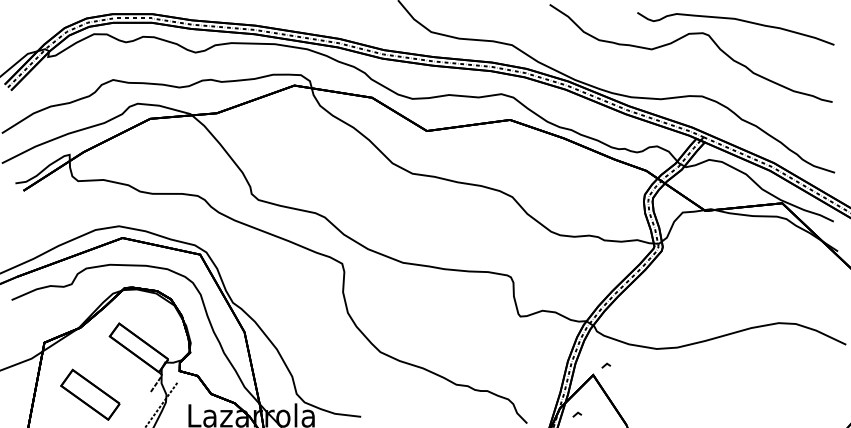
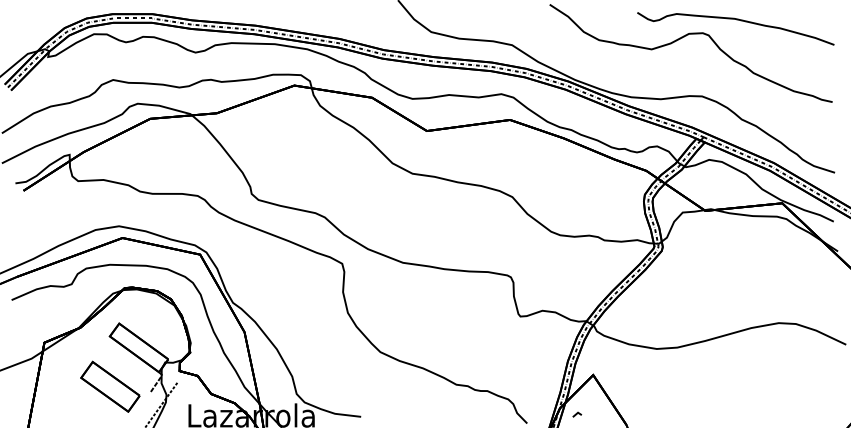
line at (606, 365): present -> none
part at (90, 394) position: (90, 394) -> (110, 386)
